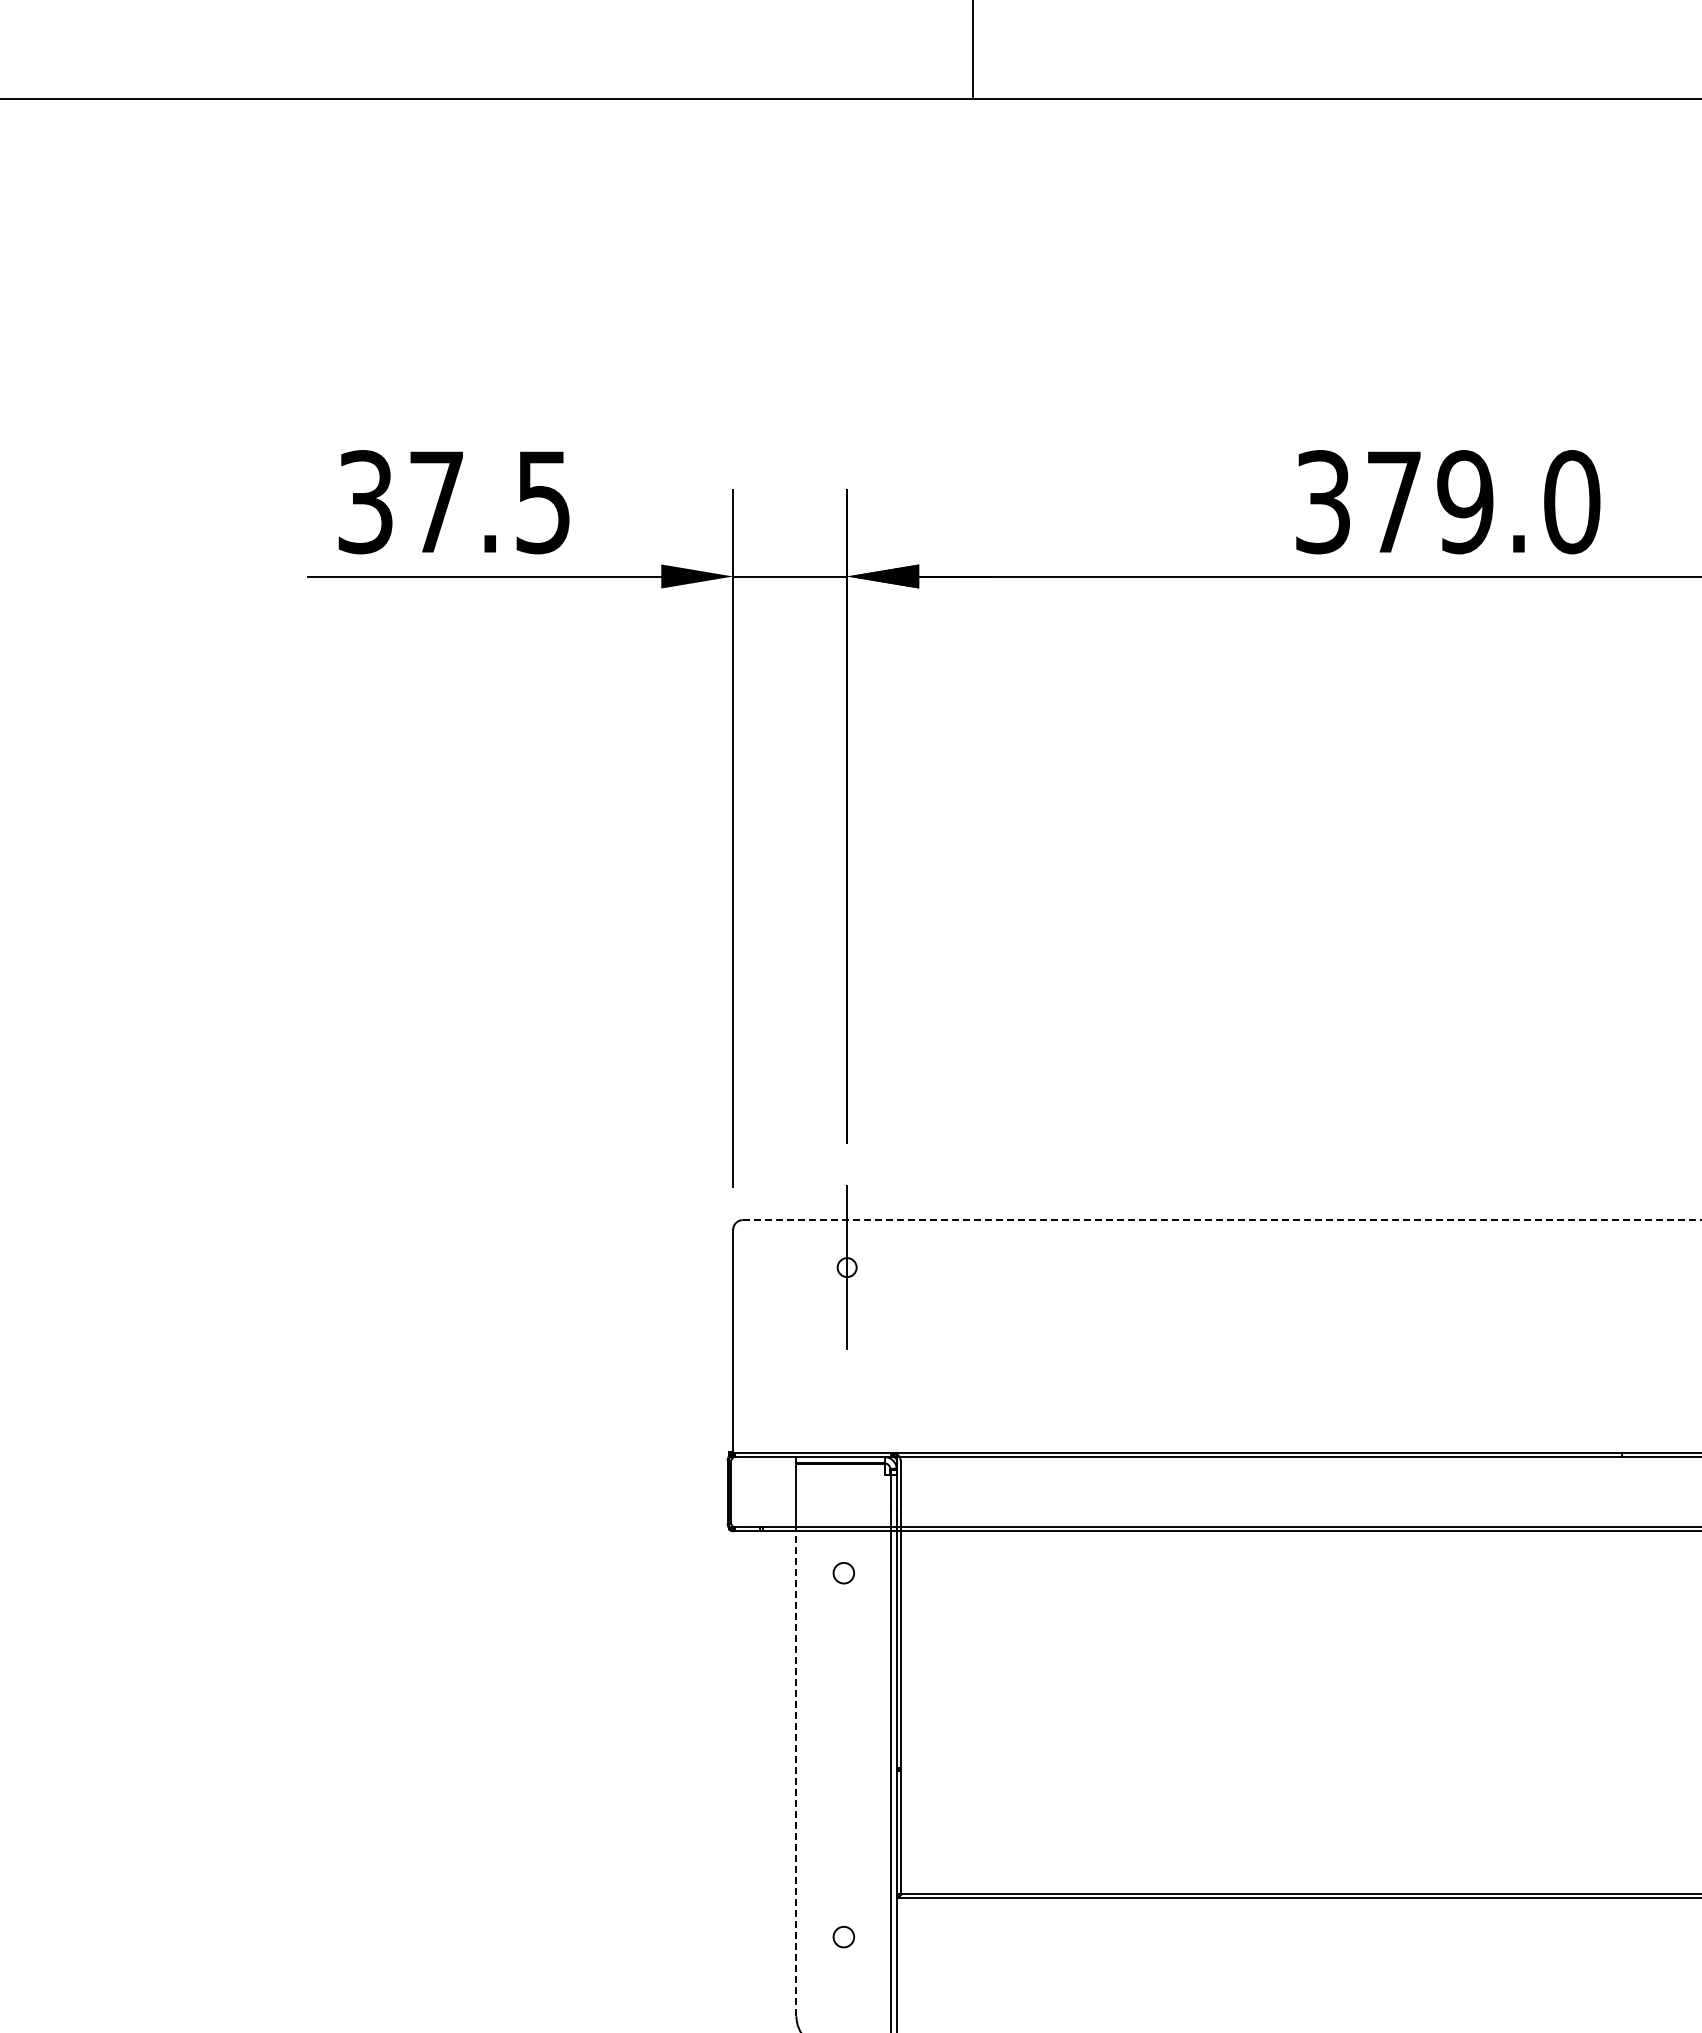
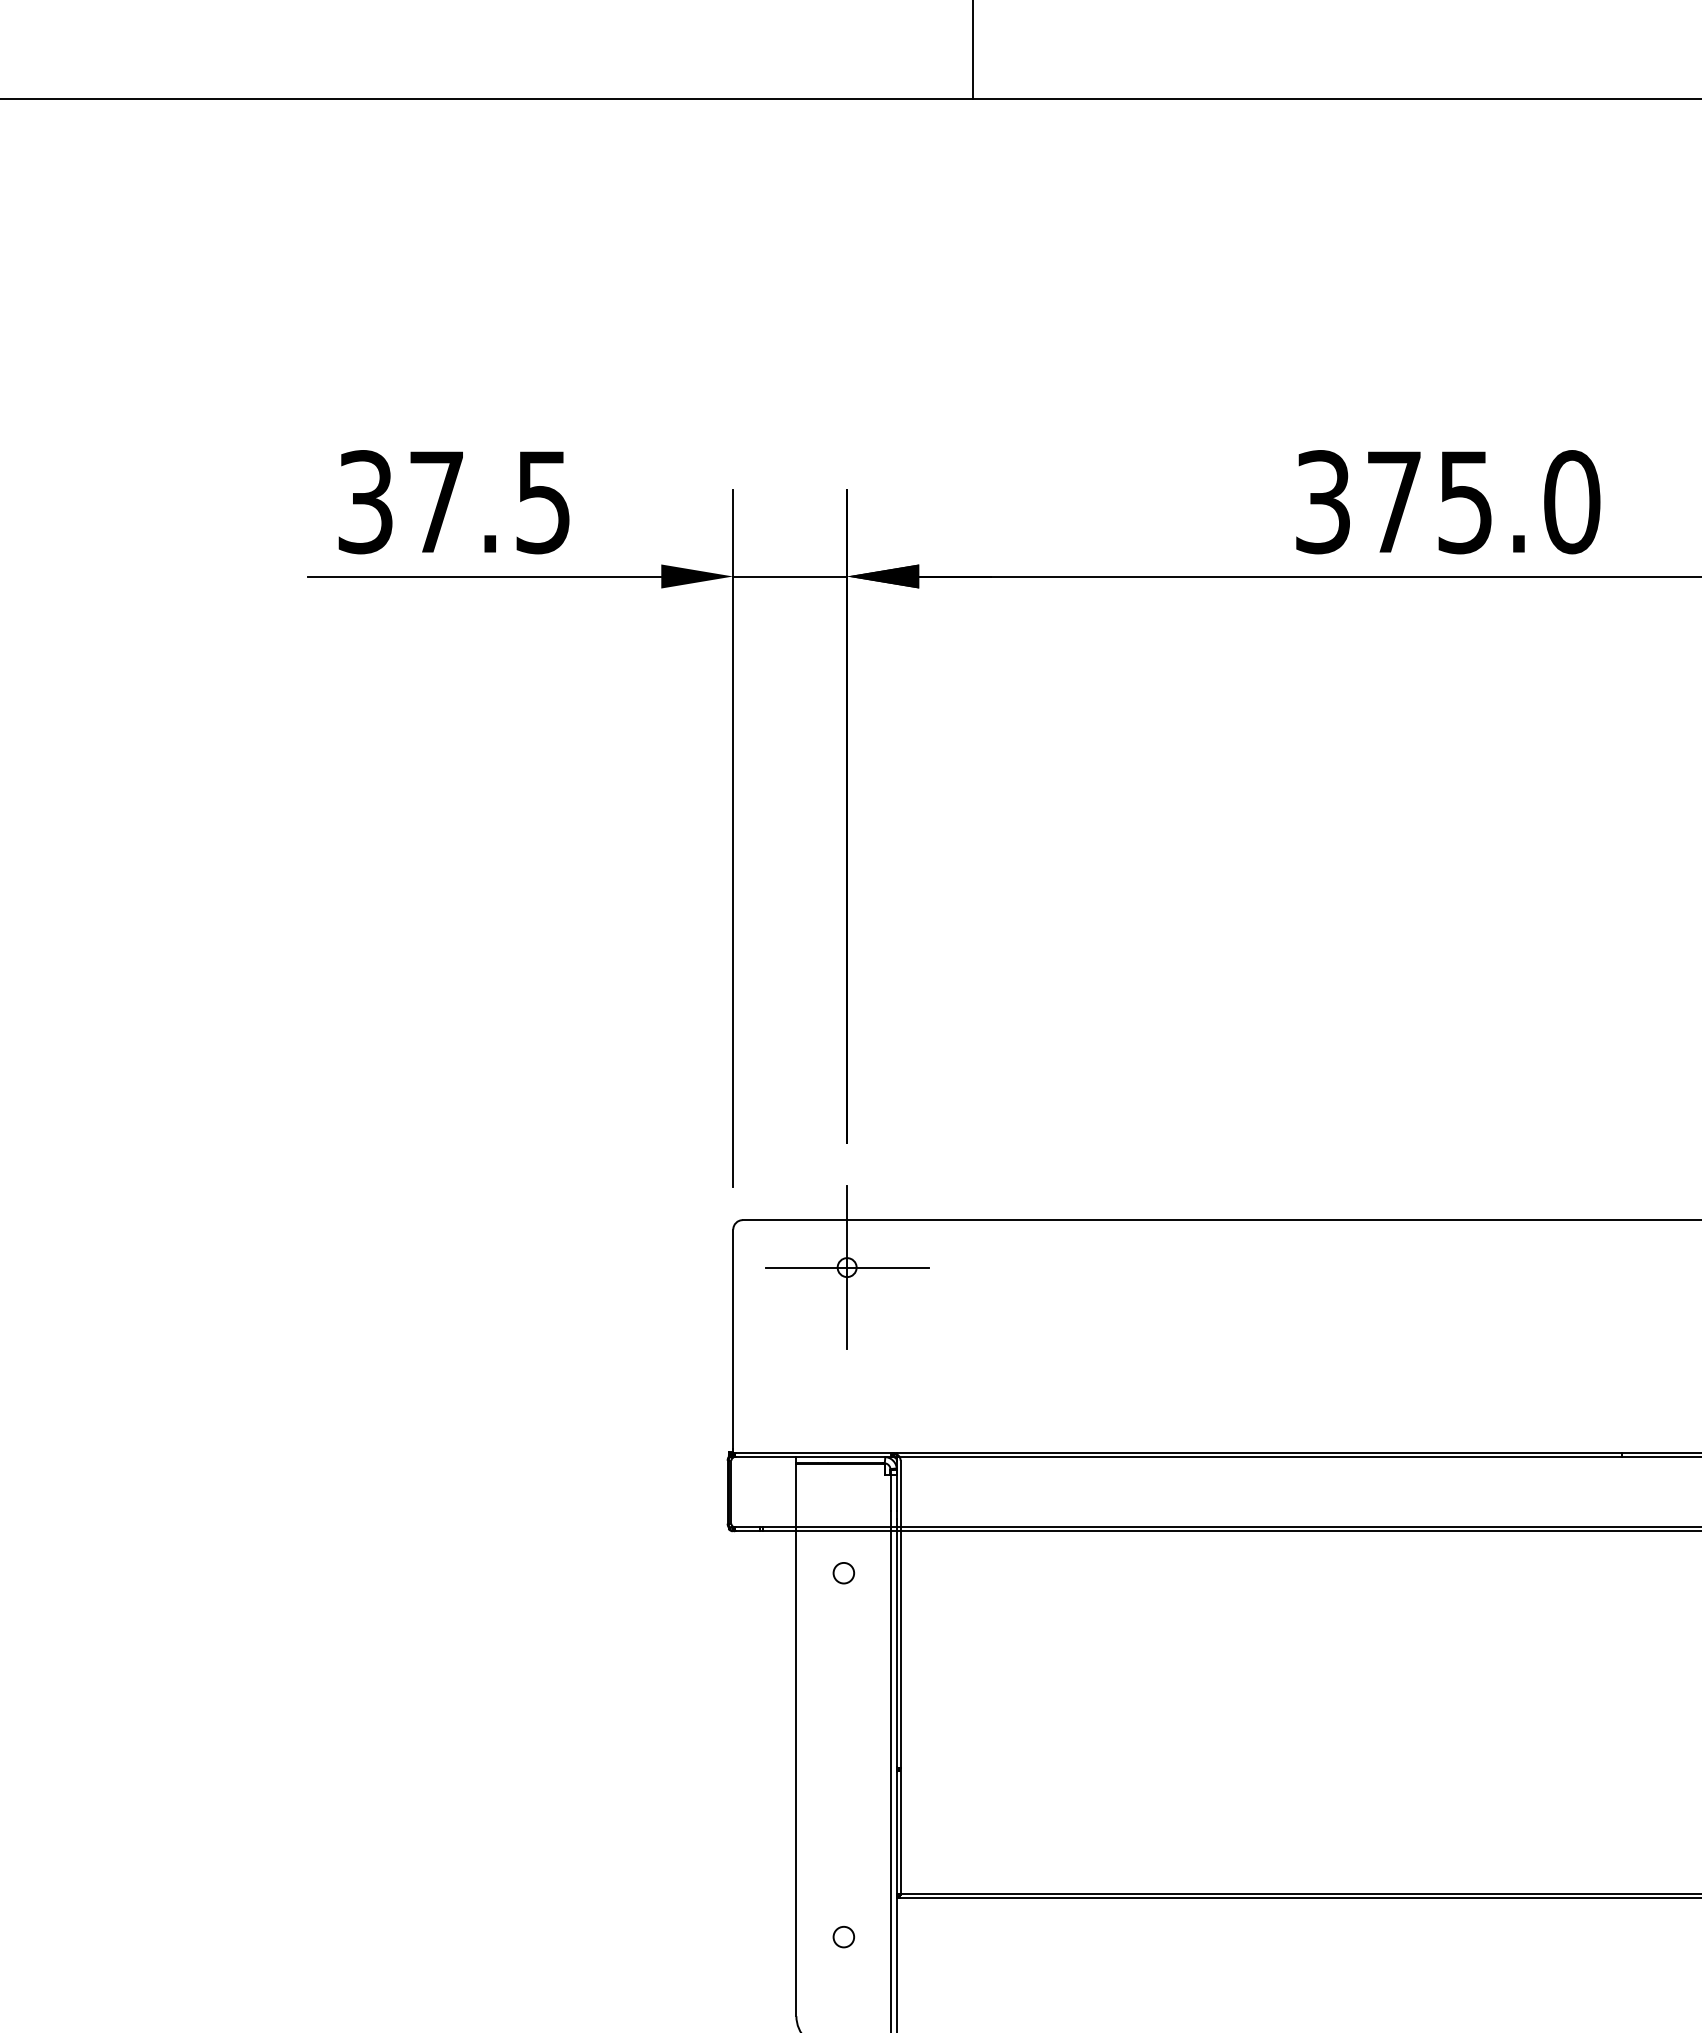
text at (1465, 502): 379.0 -> 375.0
line at (1222, 1220): dashed -> solid
line at (846, 1267): none -> present
line at (796, 1773): dashed -> solid
